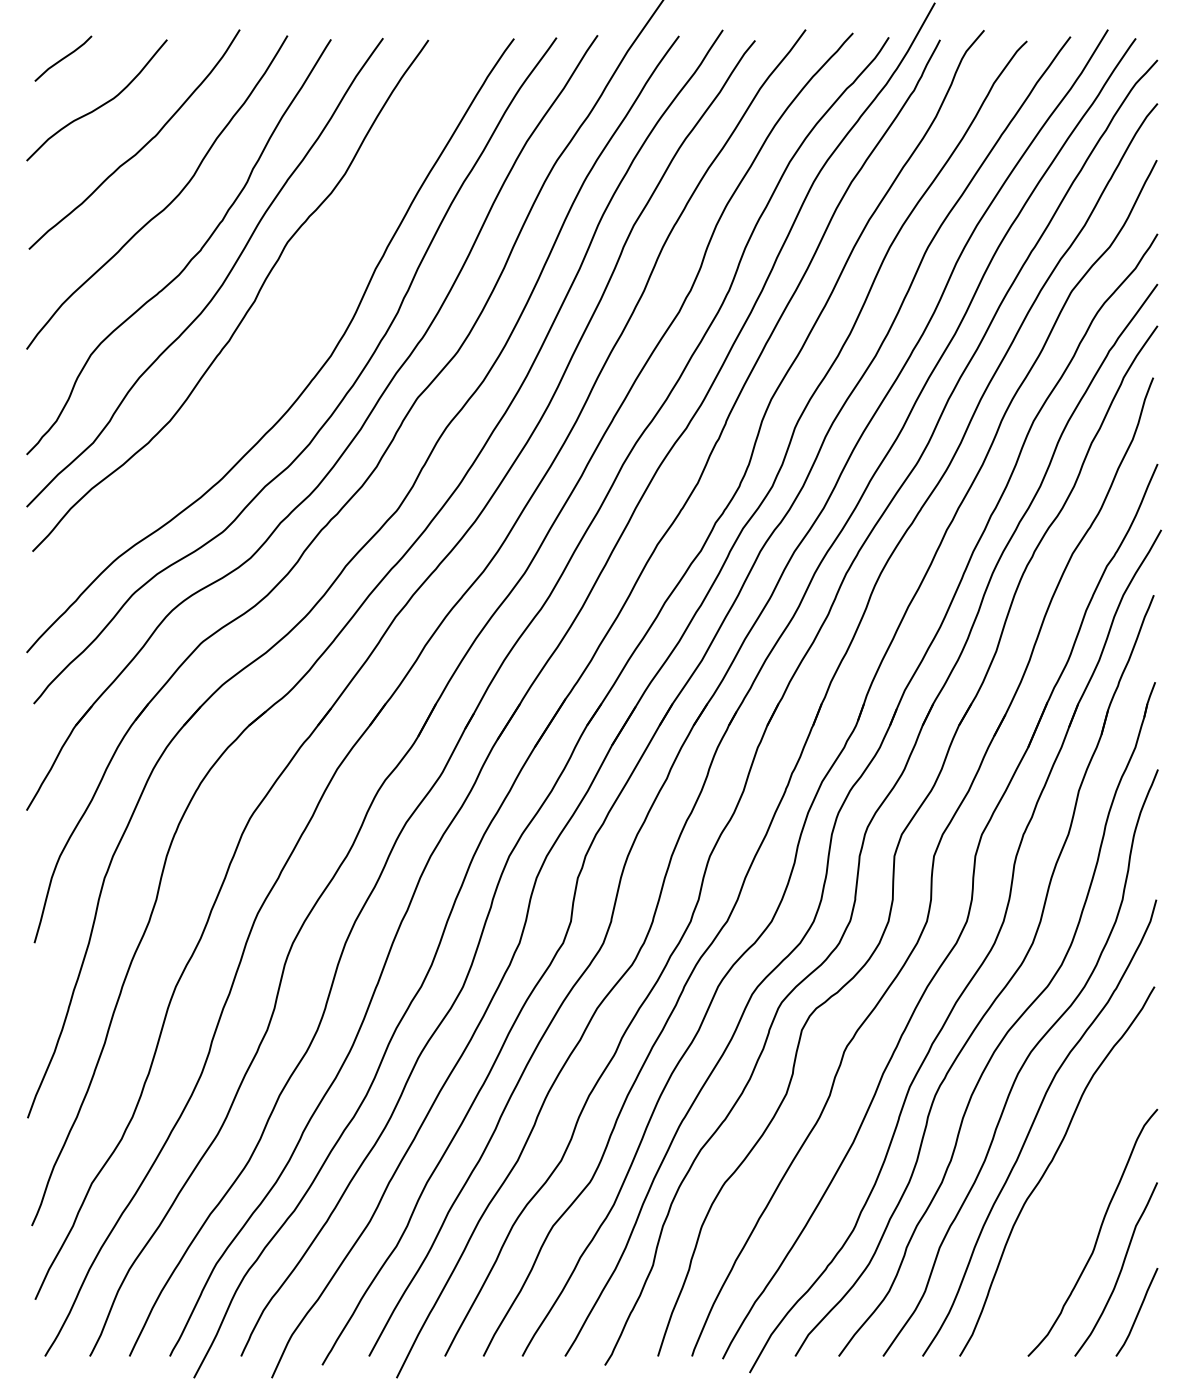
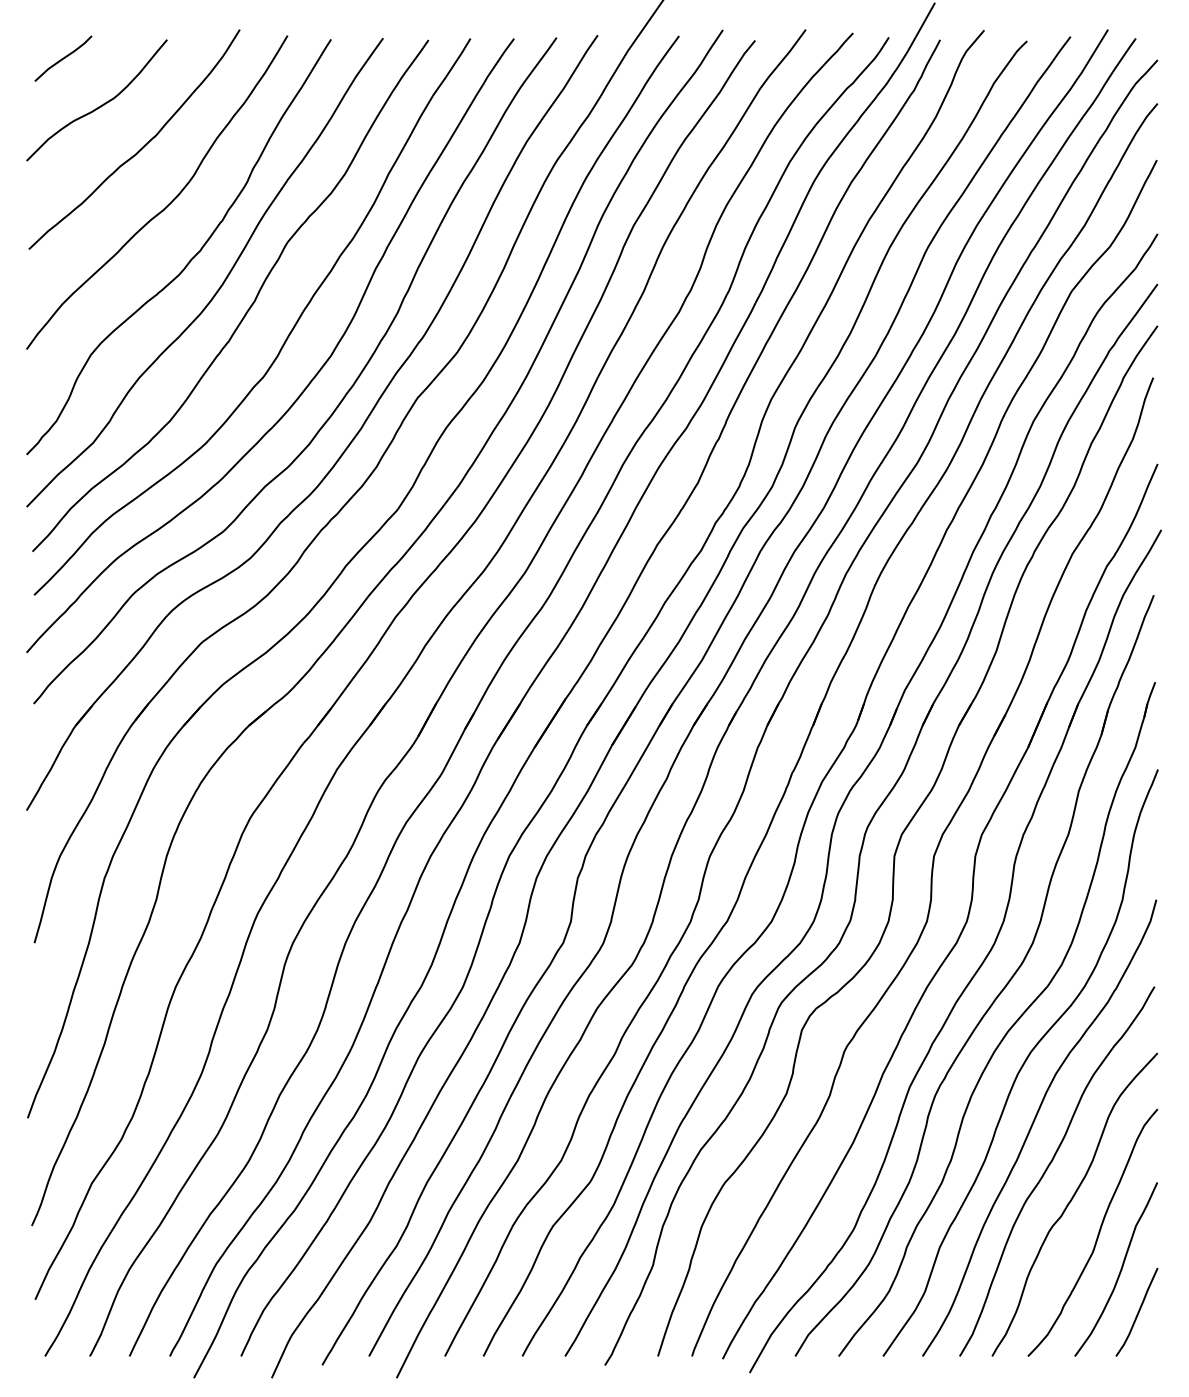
curve at (287, 335): none -> present
curve at (1070, 1203): none -> present
